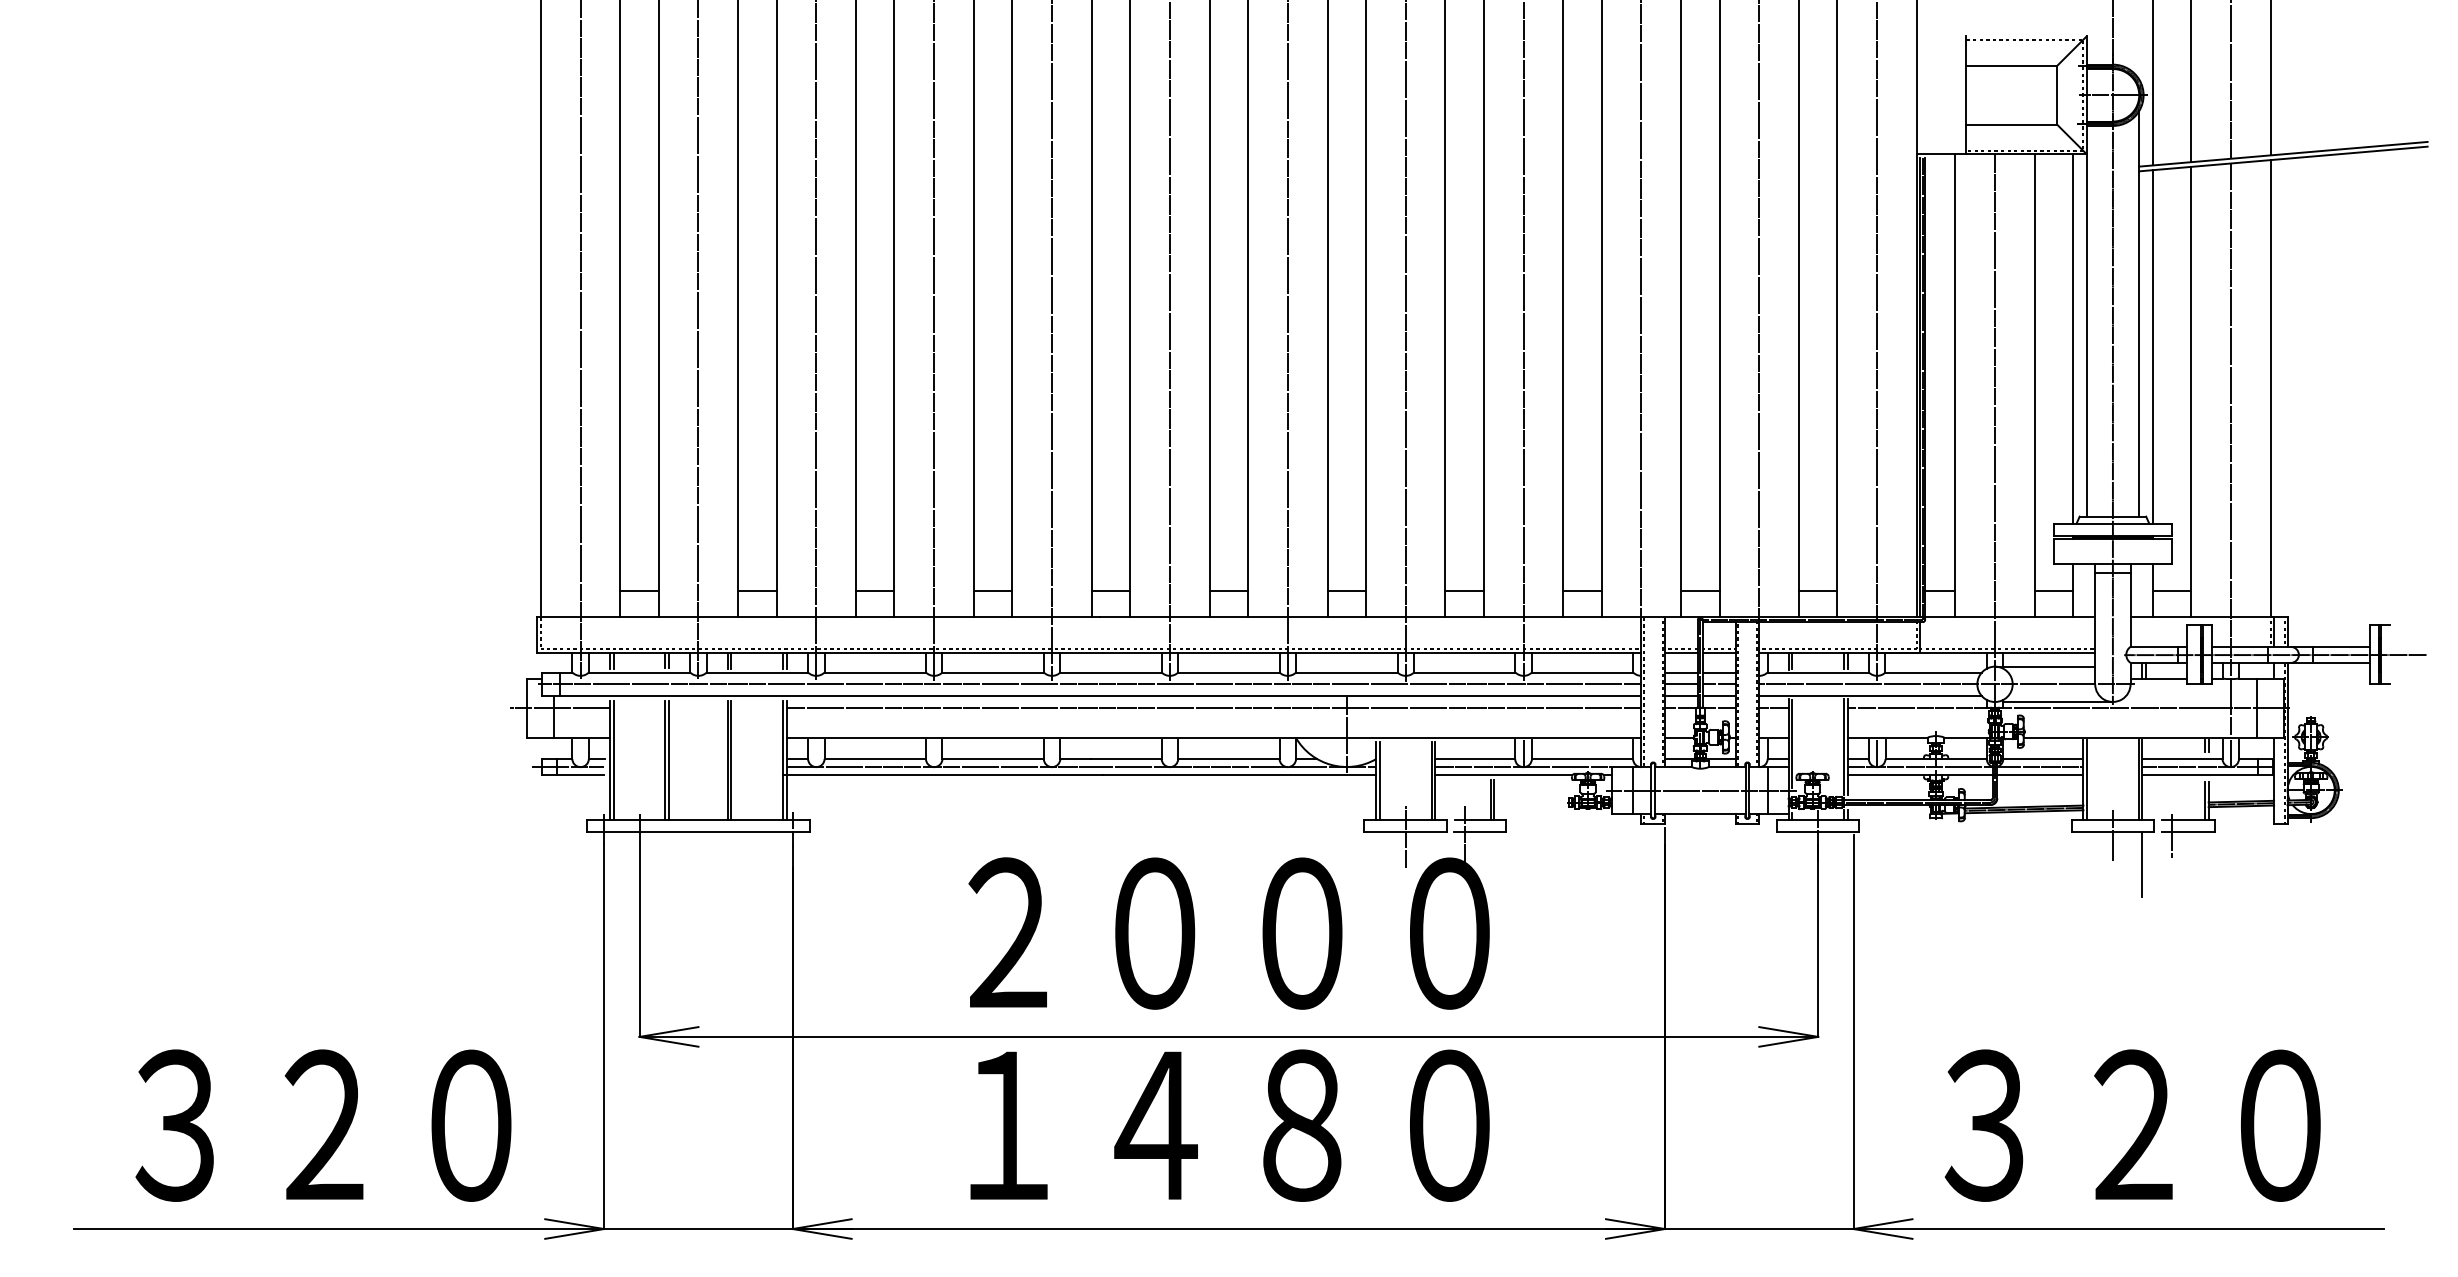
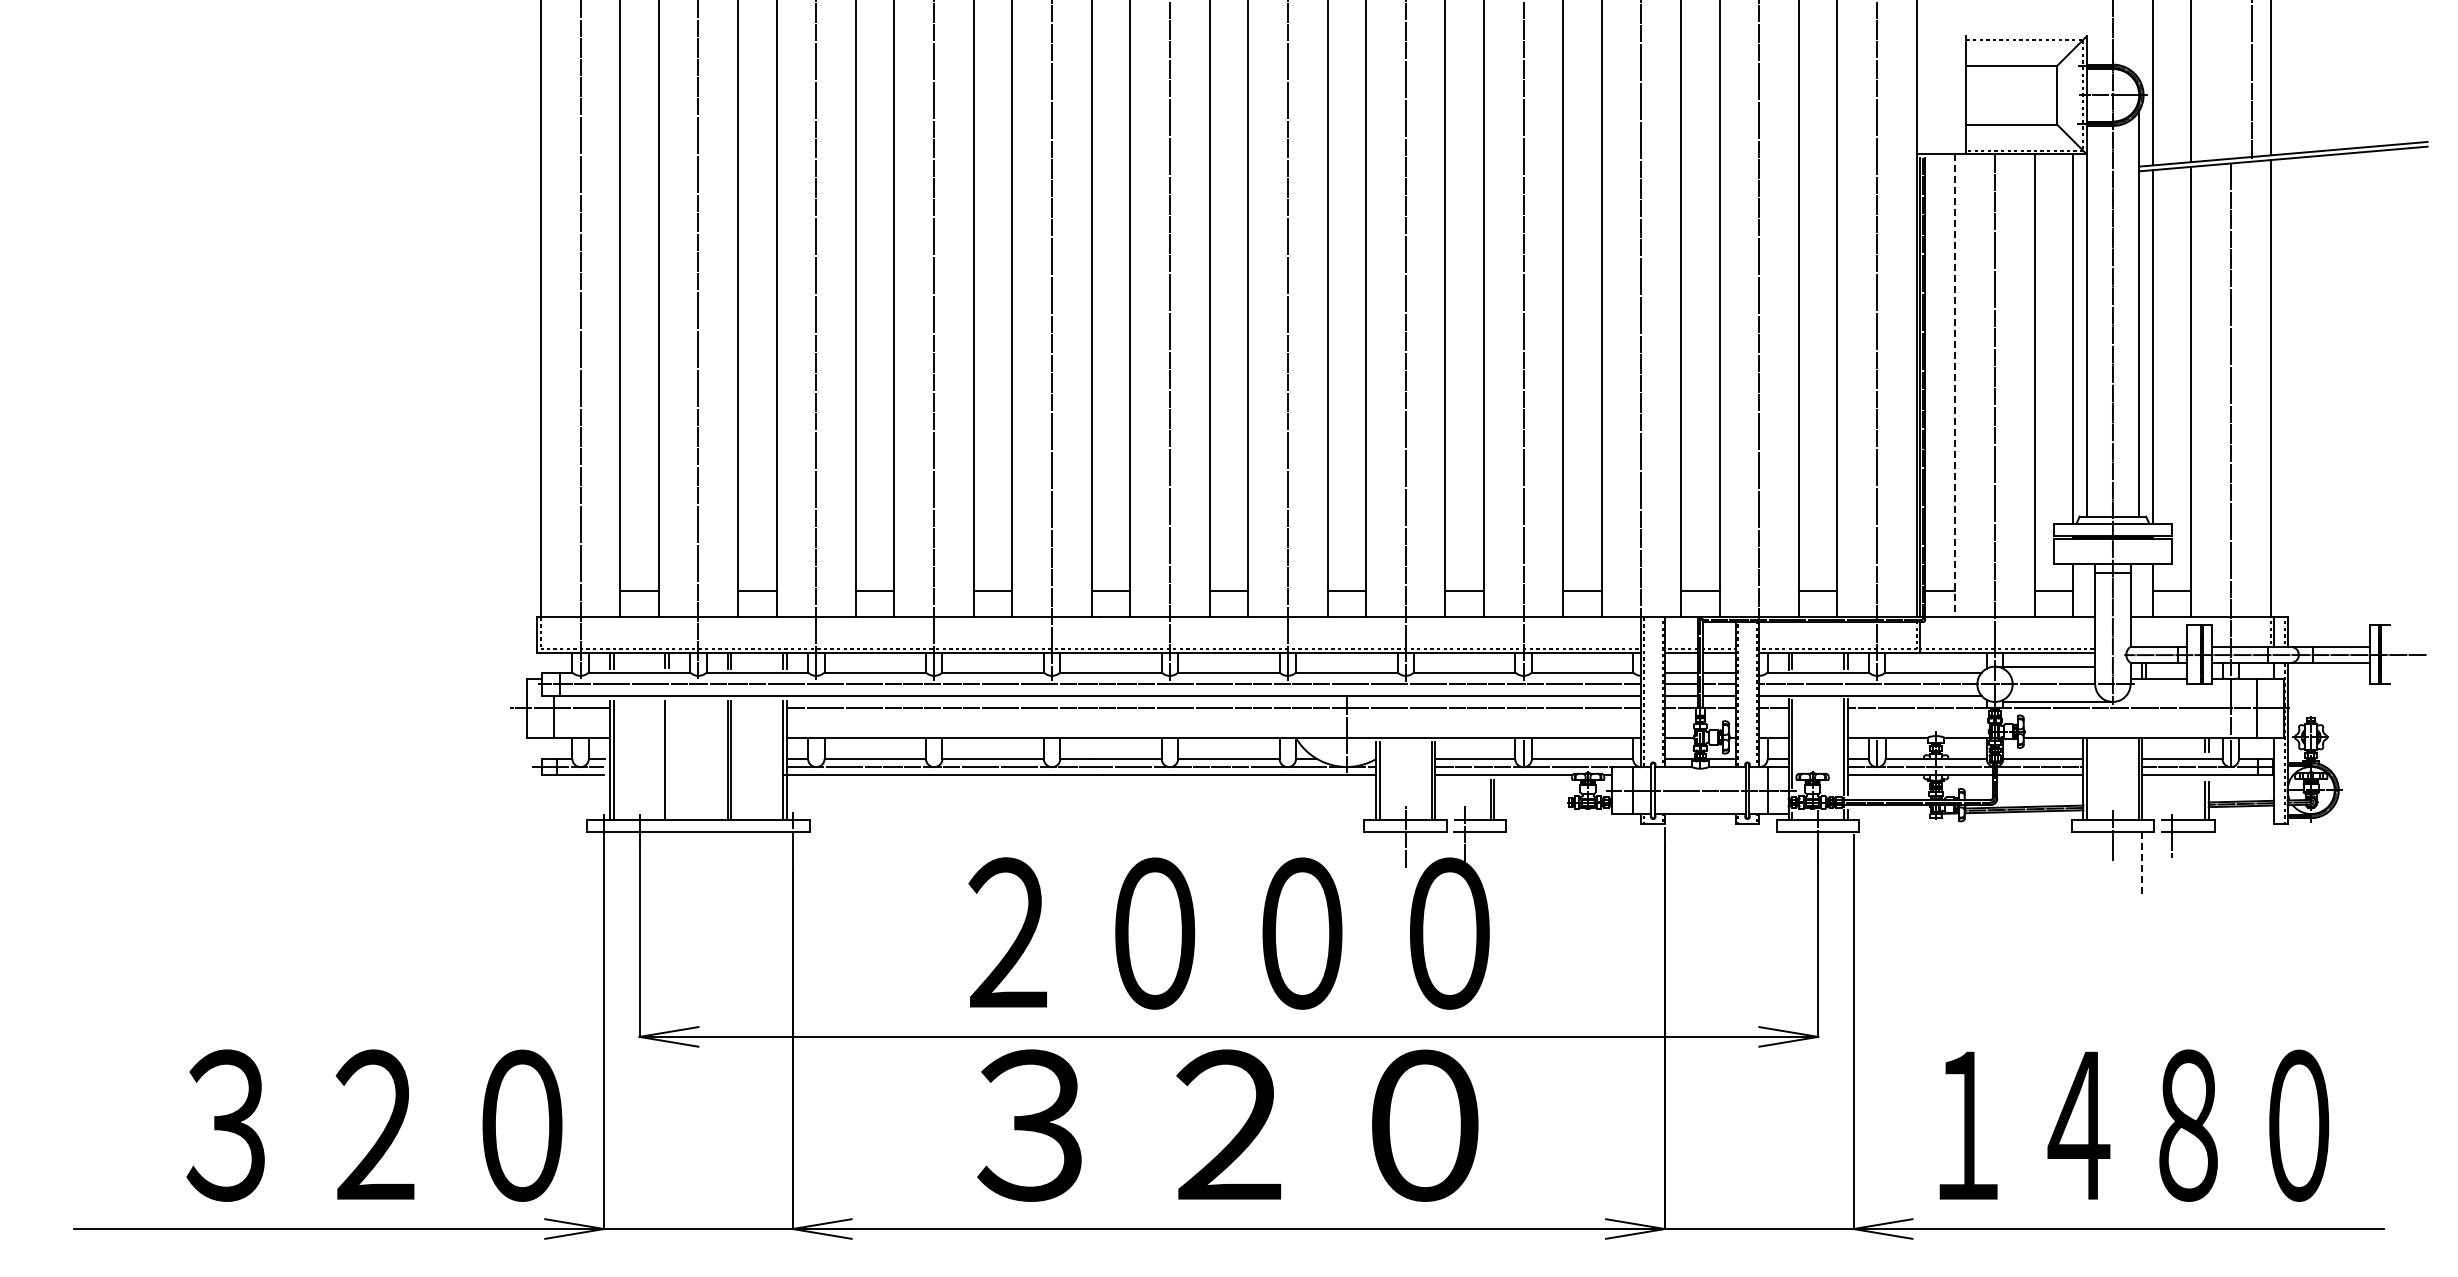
line at (2230, 80) position: (2230, 80) -> (2251, 80)
line at (1955, 385): solid -> dashed
line at (669, 760): present -> none
line at (2142, 864): solid -> dashed
text at (323, 1125) position: (323, 1125) -> (374, 1125)
text at (1229, 1125): １４８０ -> ３２０
text at (2134, 1125): ３２０ -> １４８０
